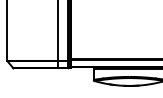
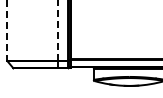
line at (7, 30): solid -> dashed
line at (58, 30): solid -> dashed
